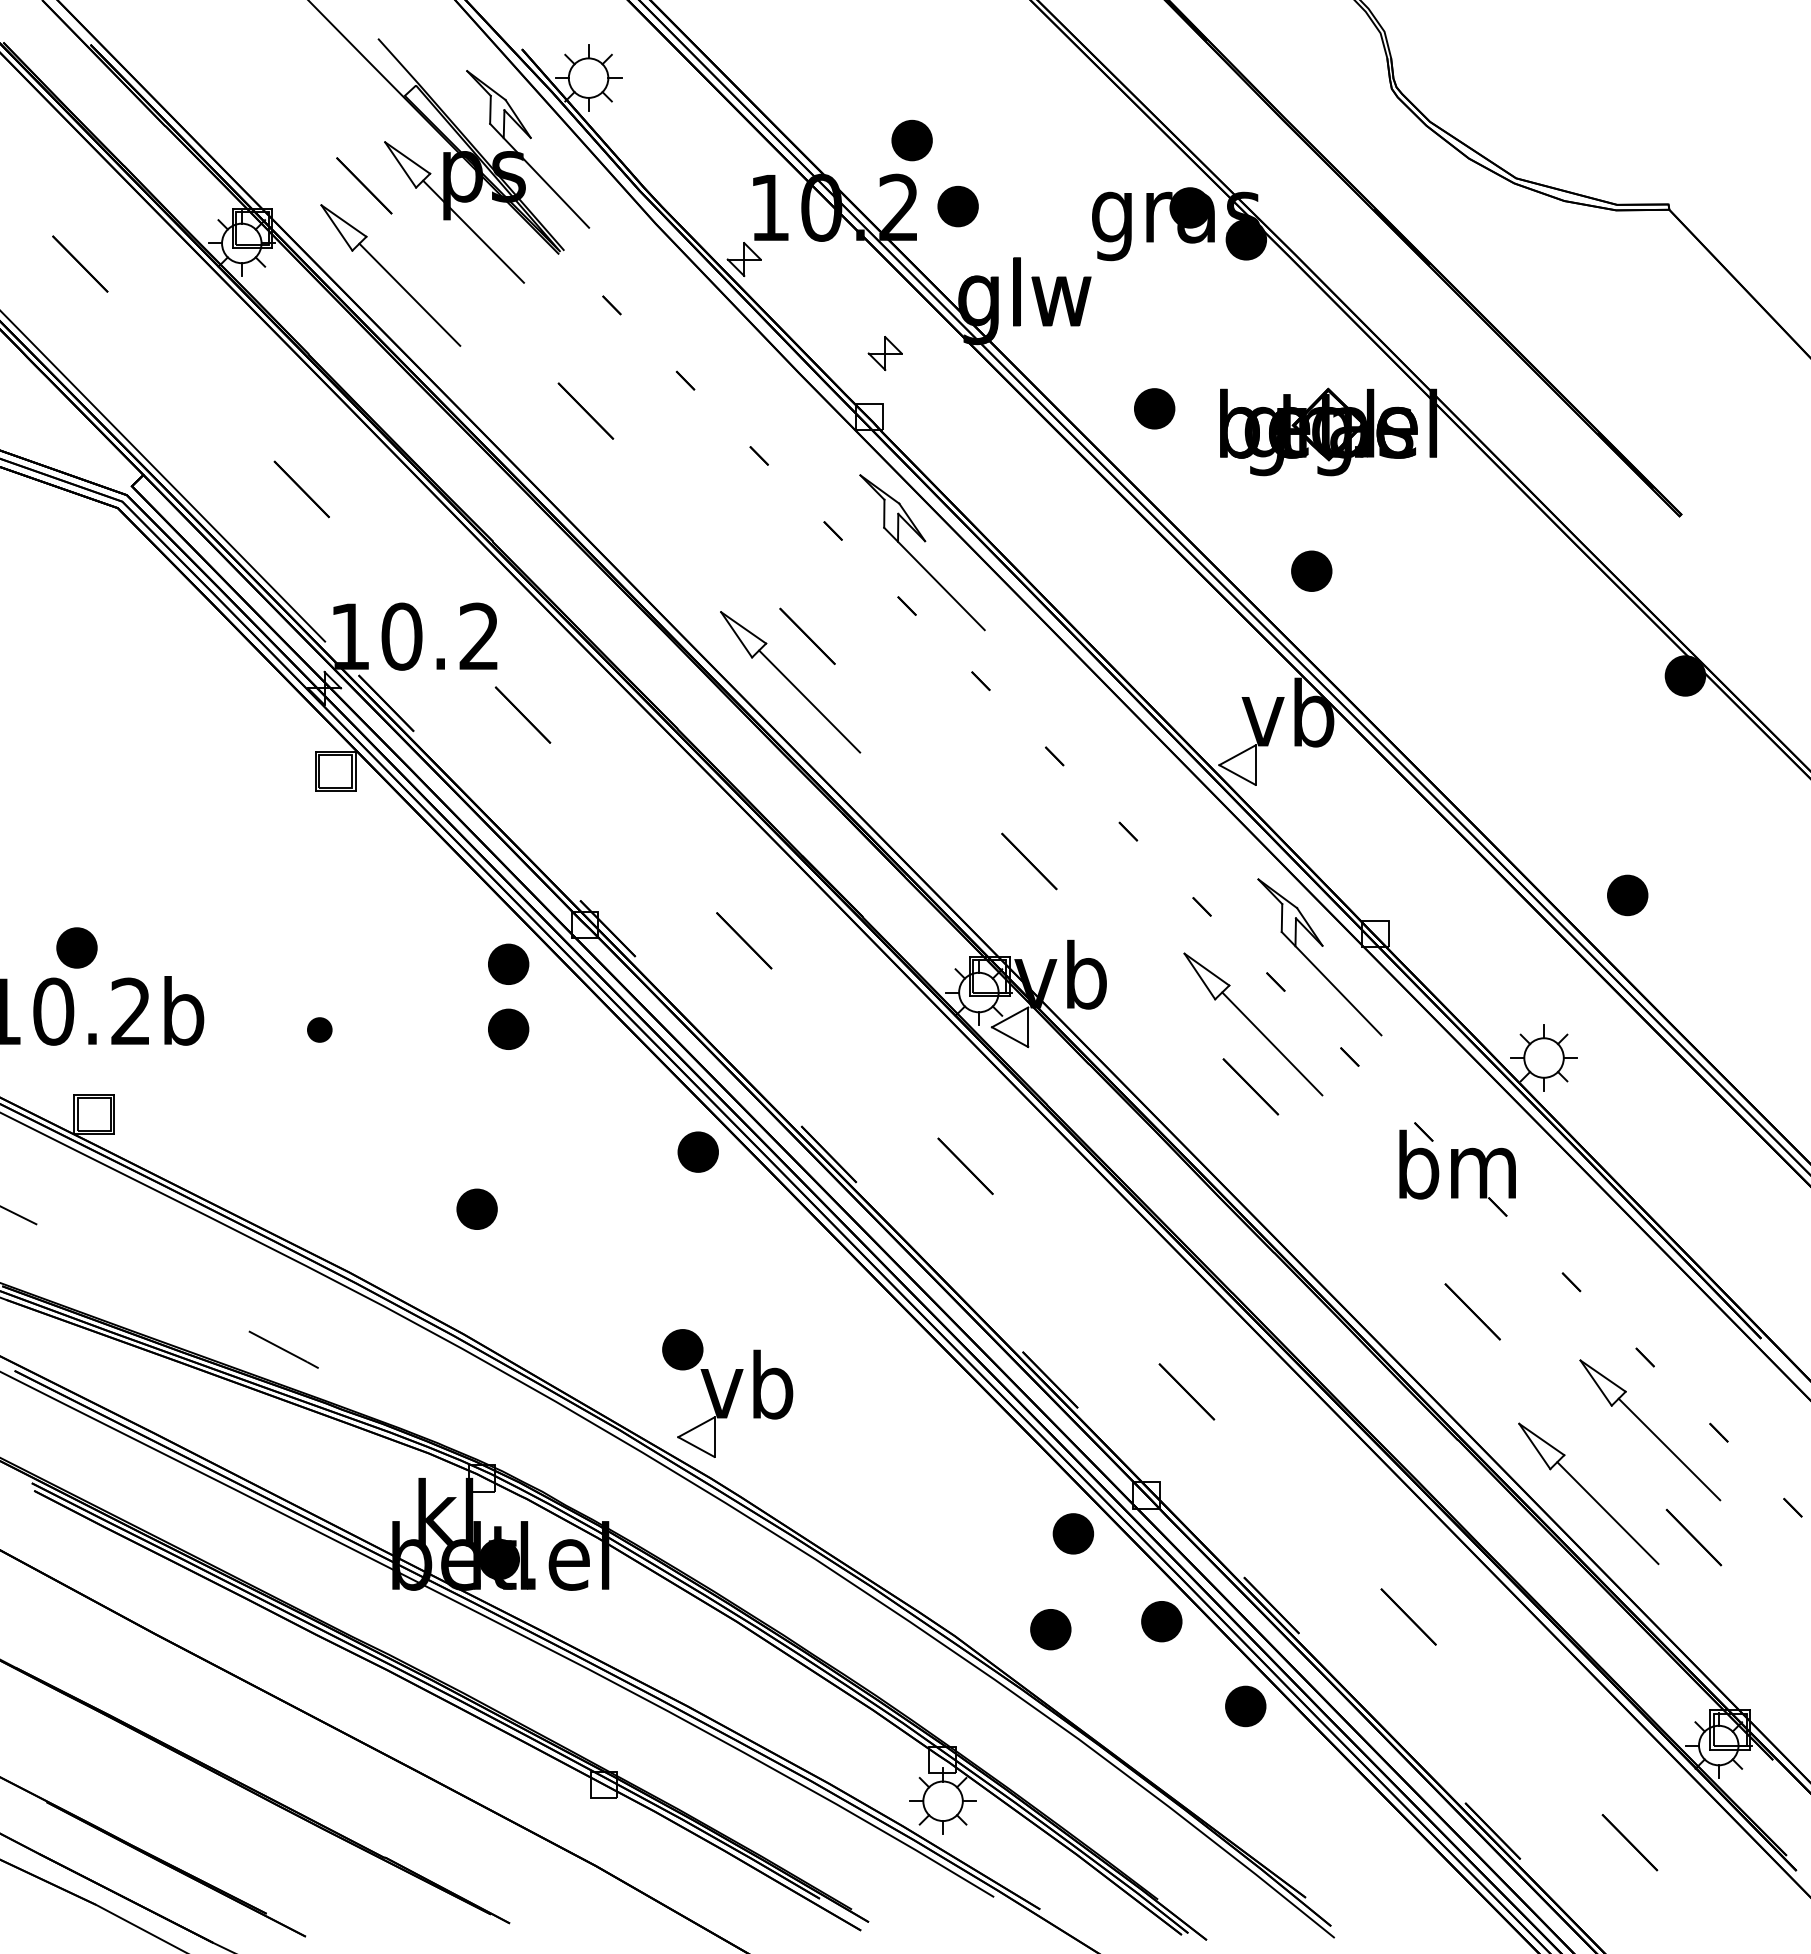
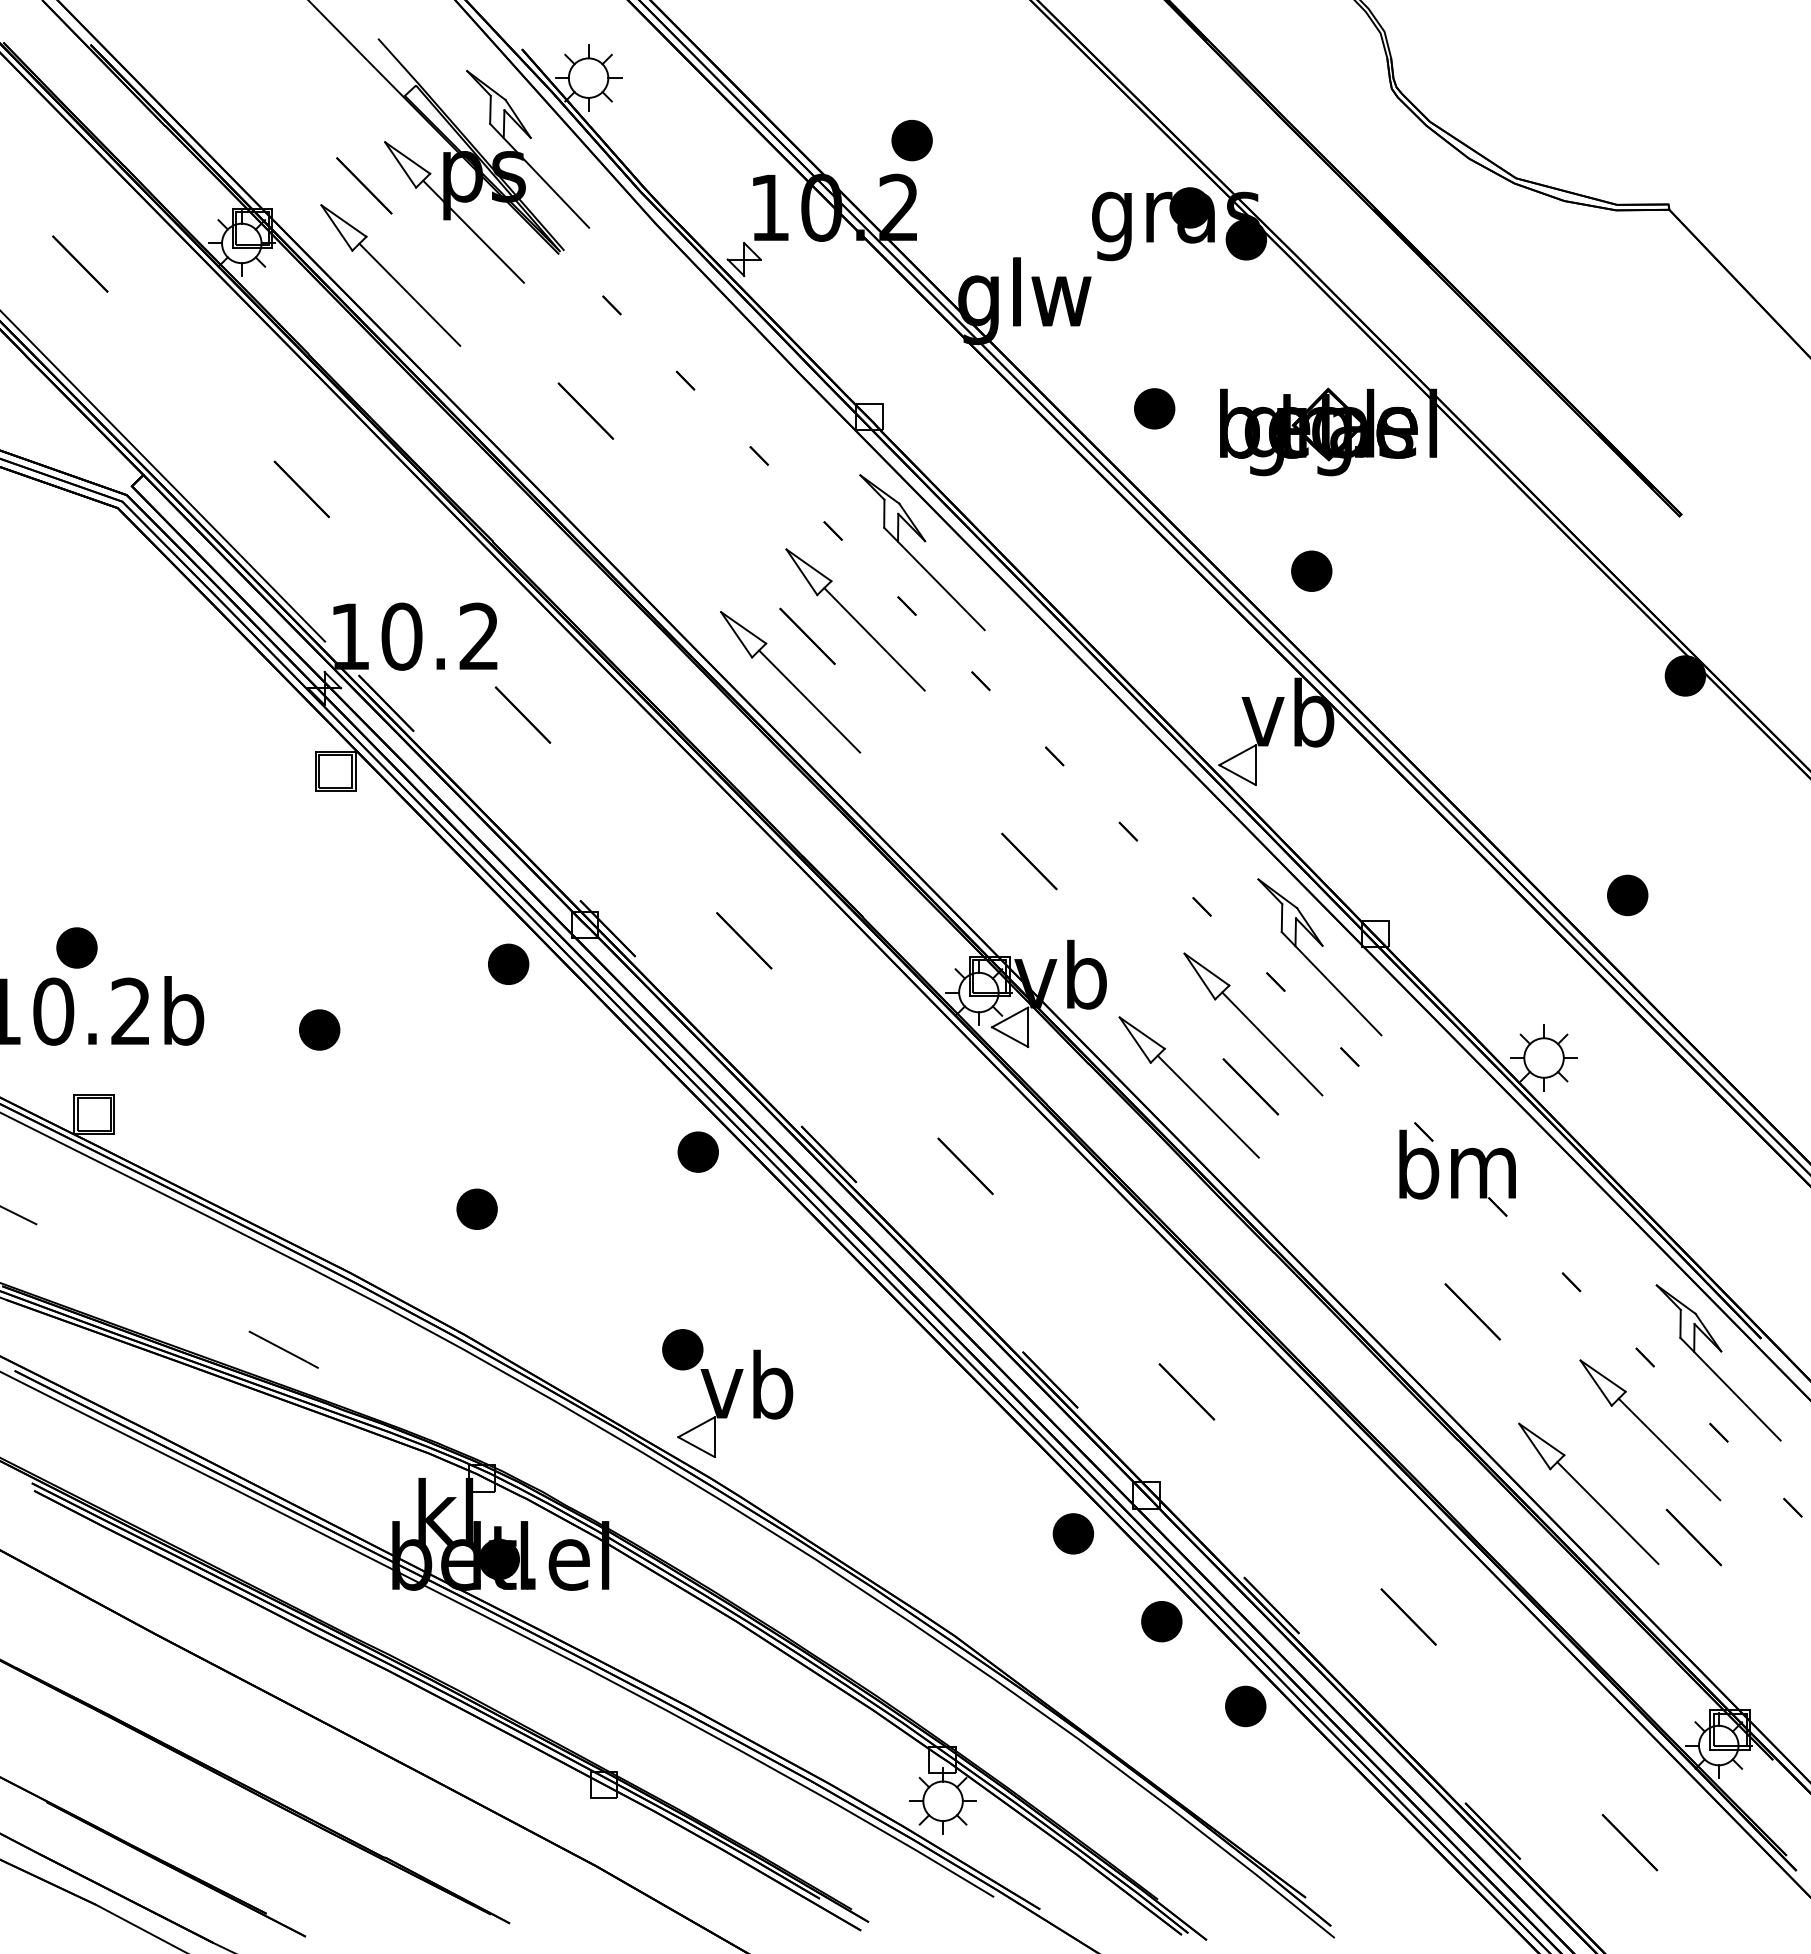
part at (957, 206): present -> none
part at (884, 353): present -> none
part at (855, 619): none -> present
part at (508, 1028): present -> none
part at (319, 1029) size: 26x26 px -> 42x42 px
part at (1188, 1087): none -> present
part at (1711, 1368): none -> present
part at (1050, 1629): present -> none
